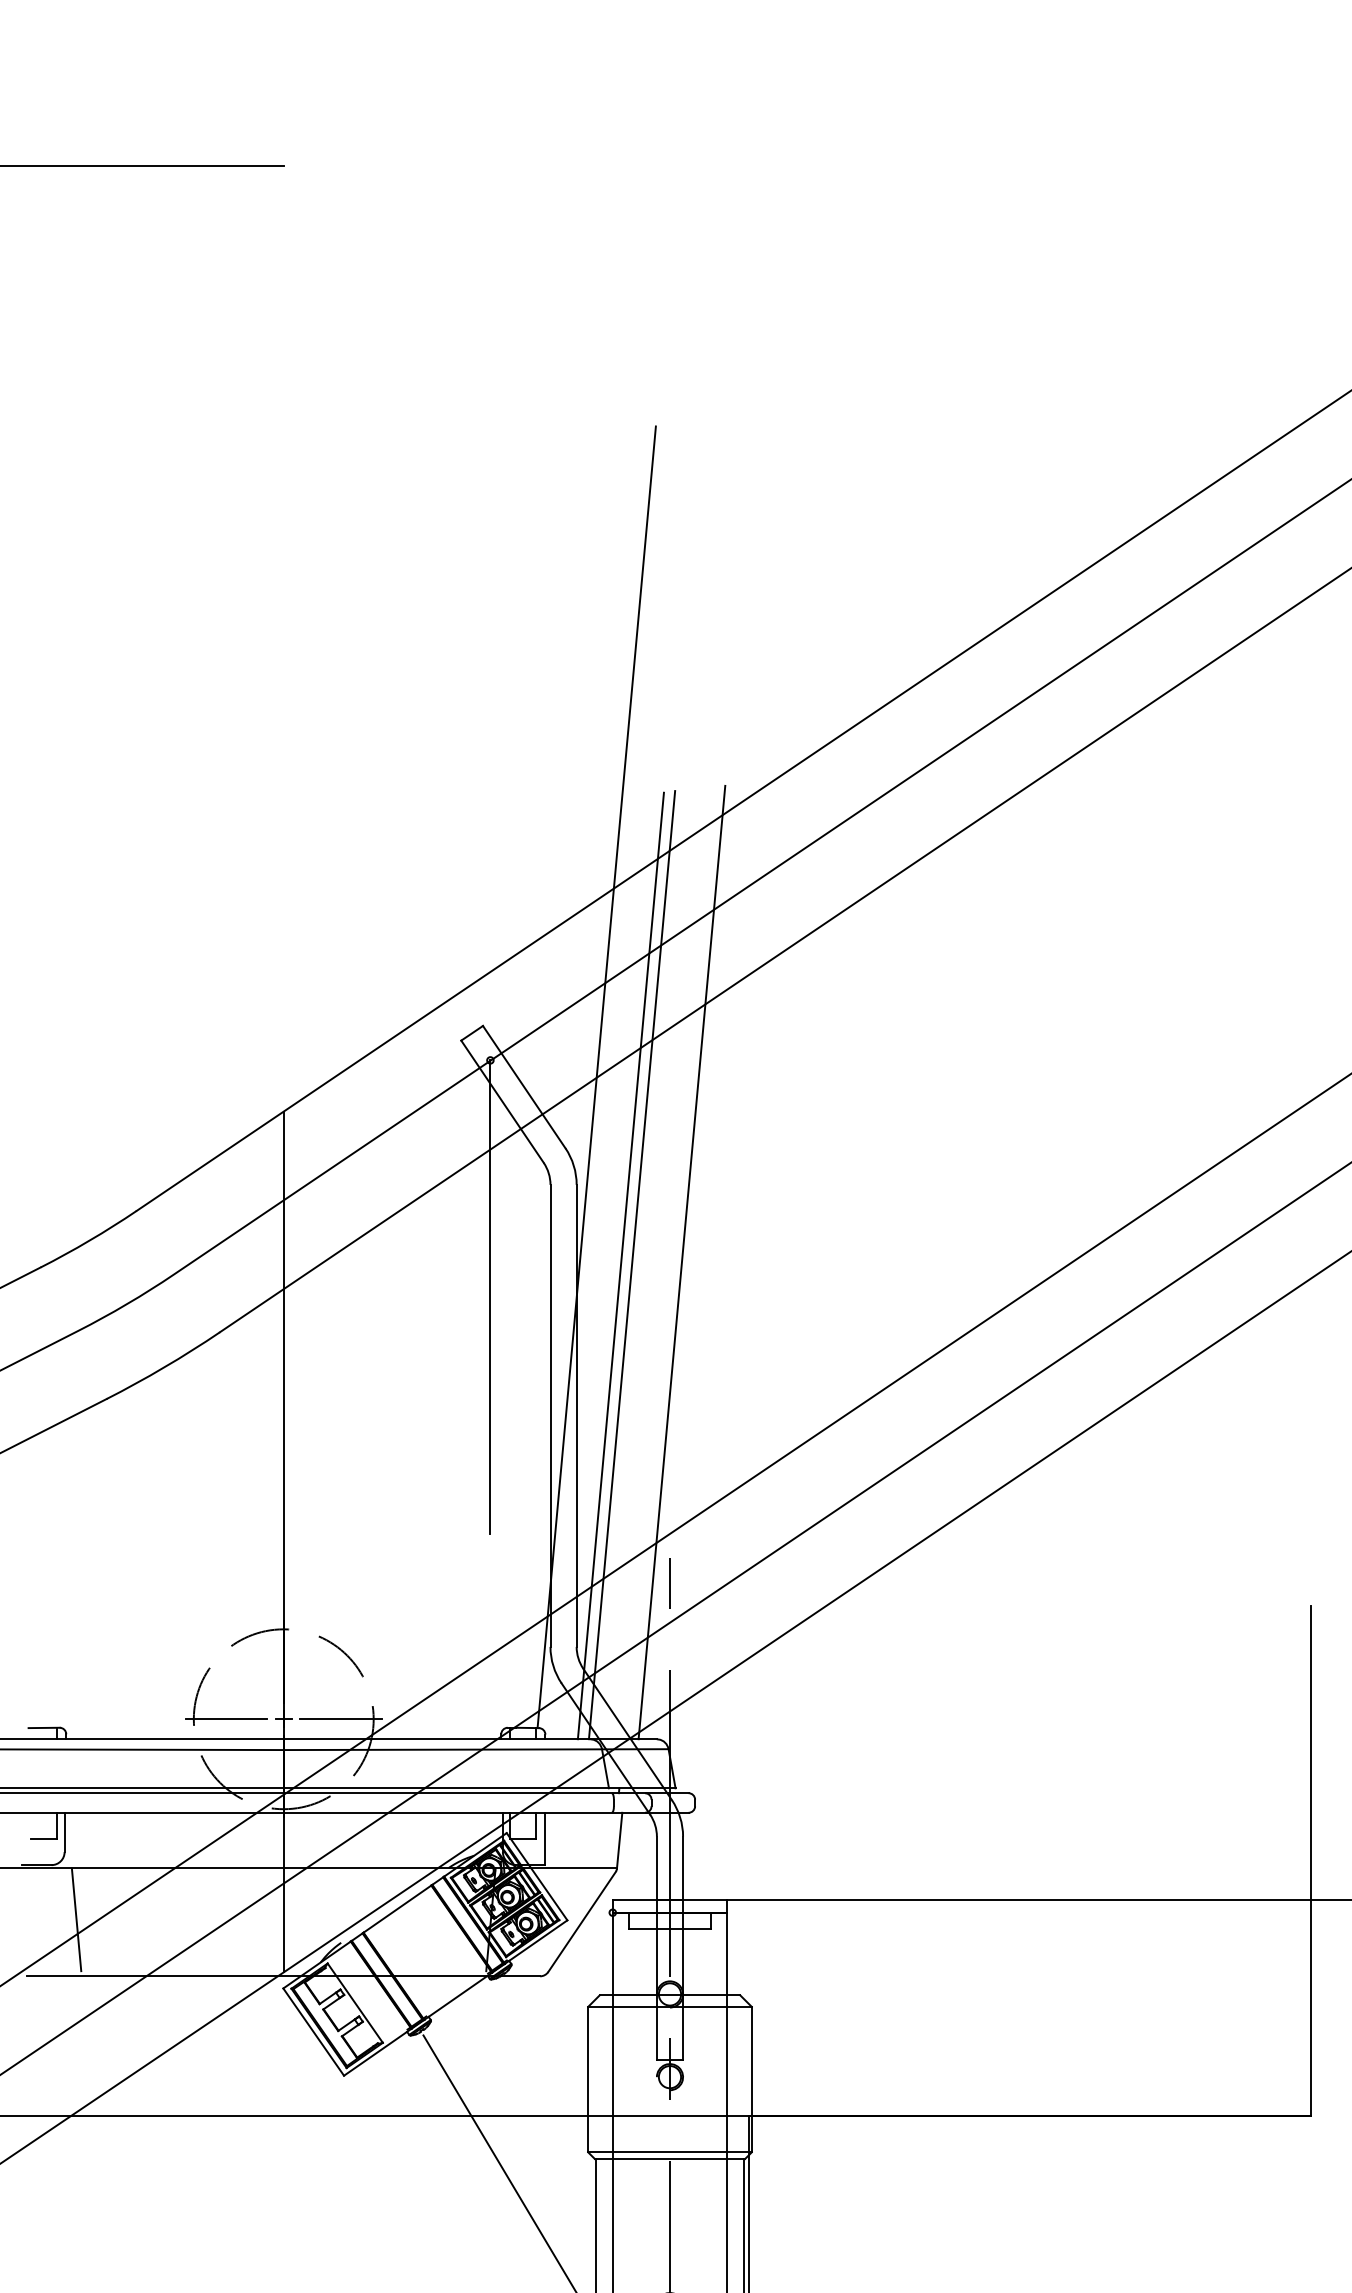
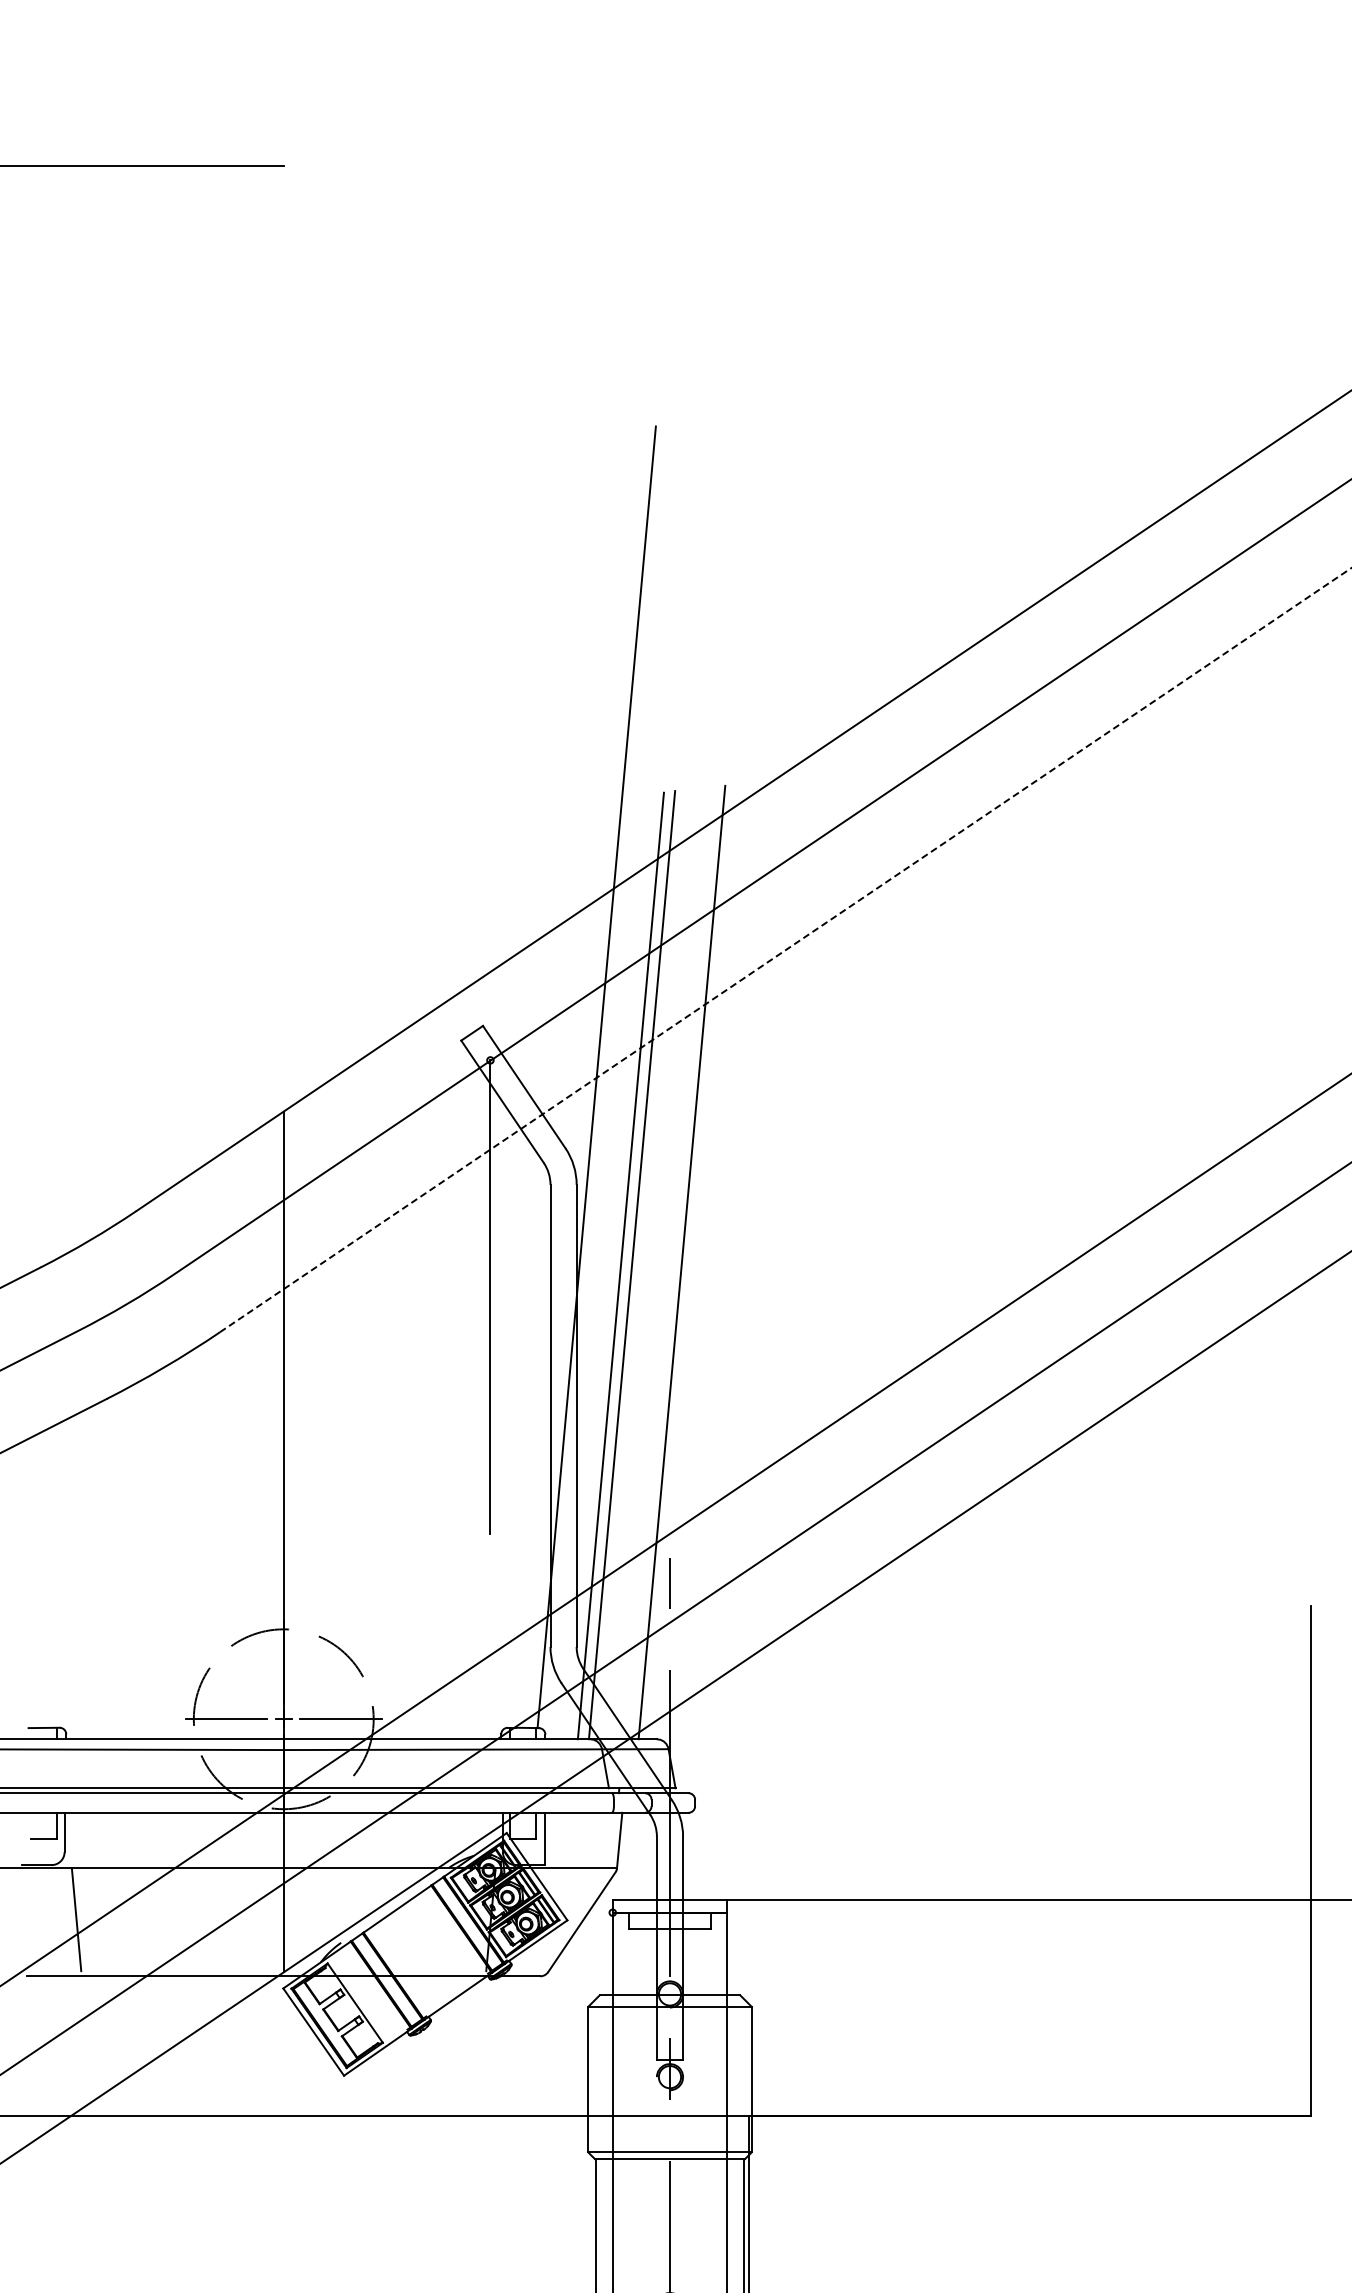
line at (785, 950): solid -> dashed
line at (498, 2162): present -> none
